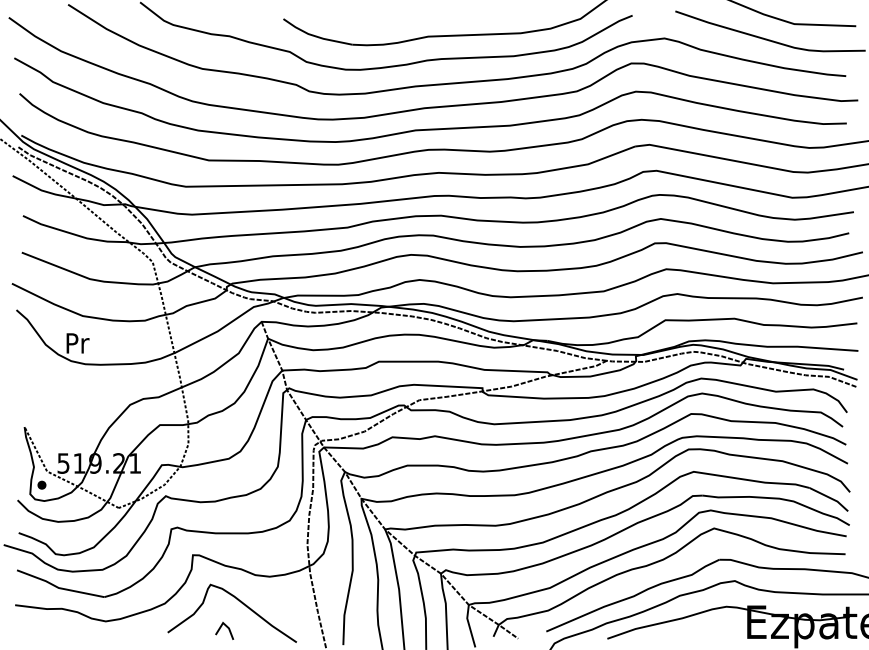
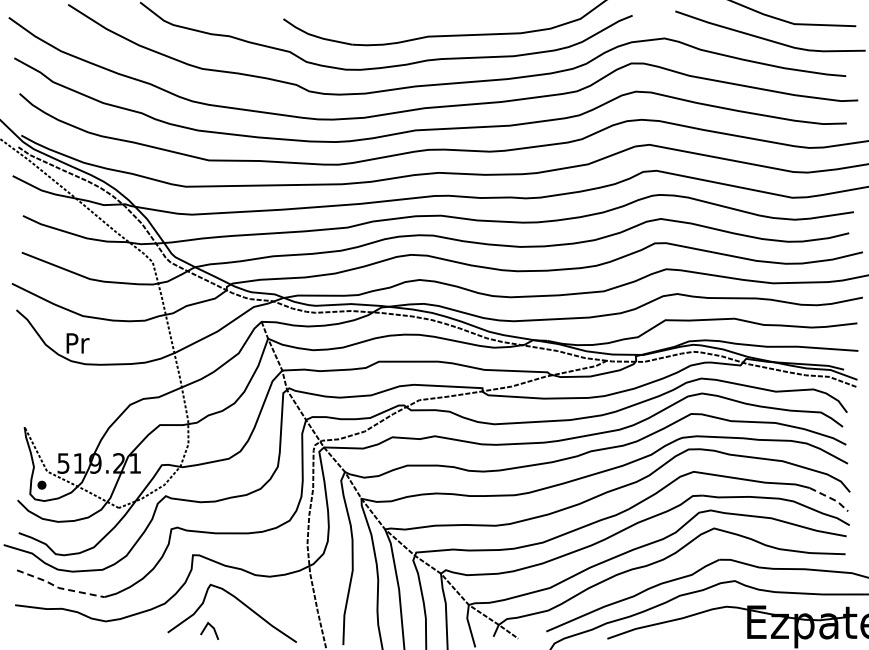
line at (831, 498): solid -> dashed
line at (58, 588): solid -> dashed
line at (226, 627) position: (226, 627) -> (211, 627)
